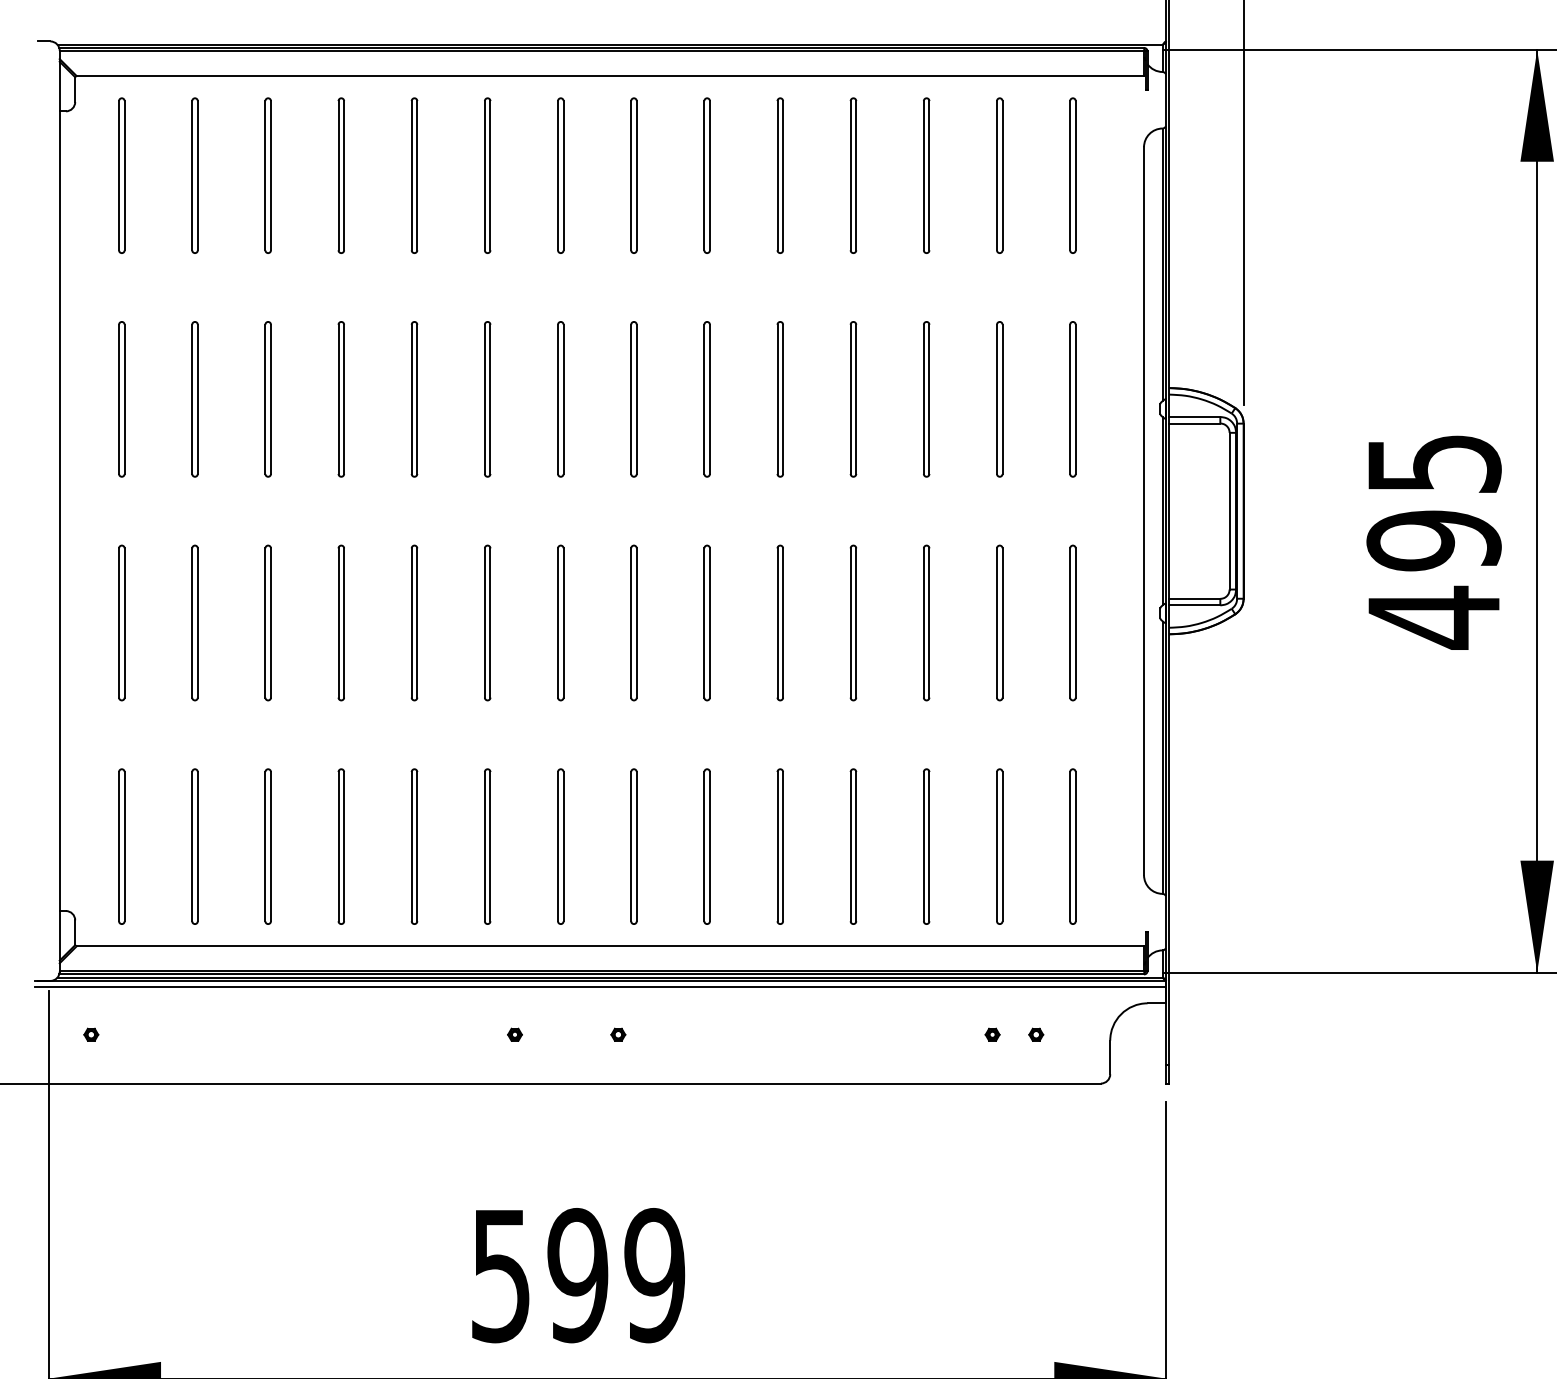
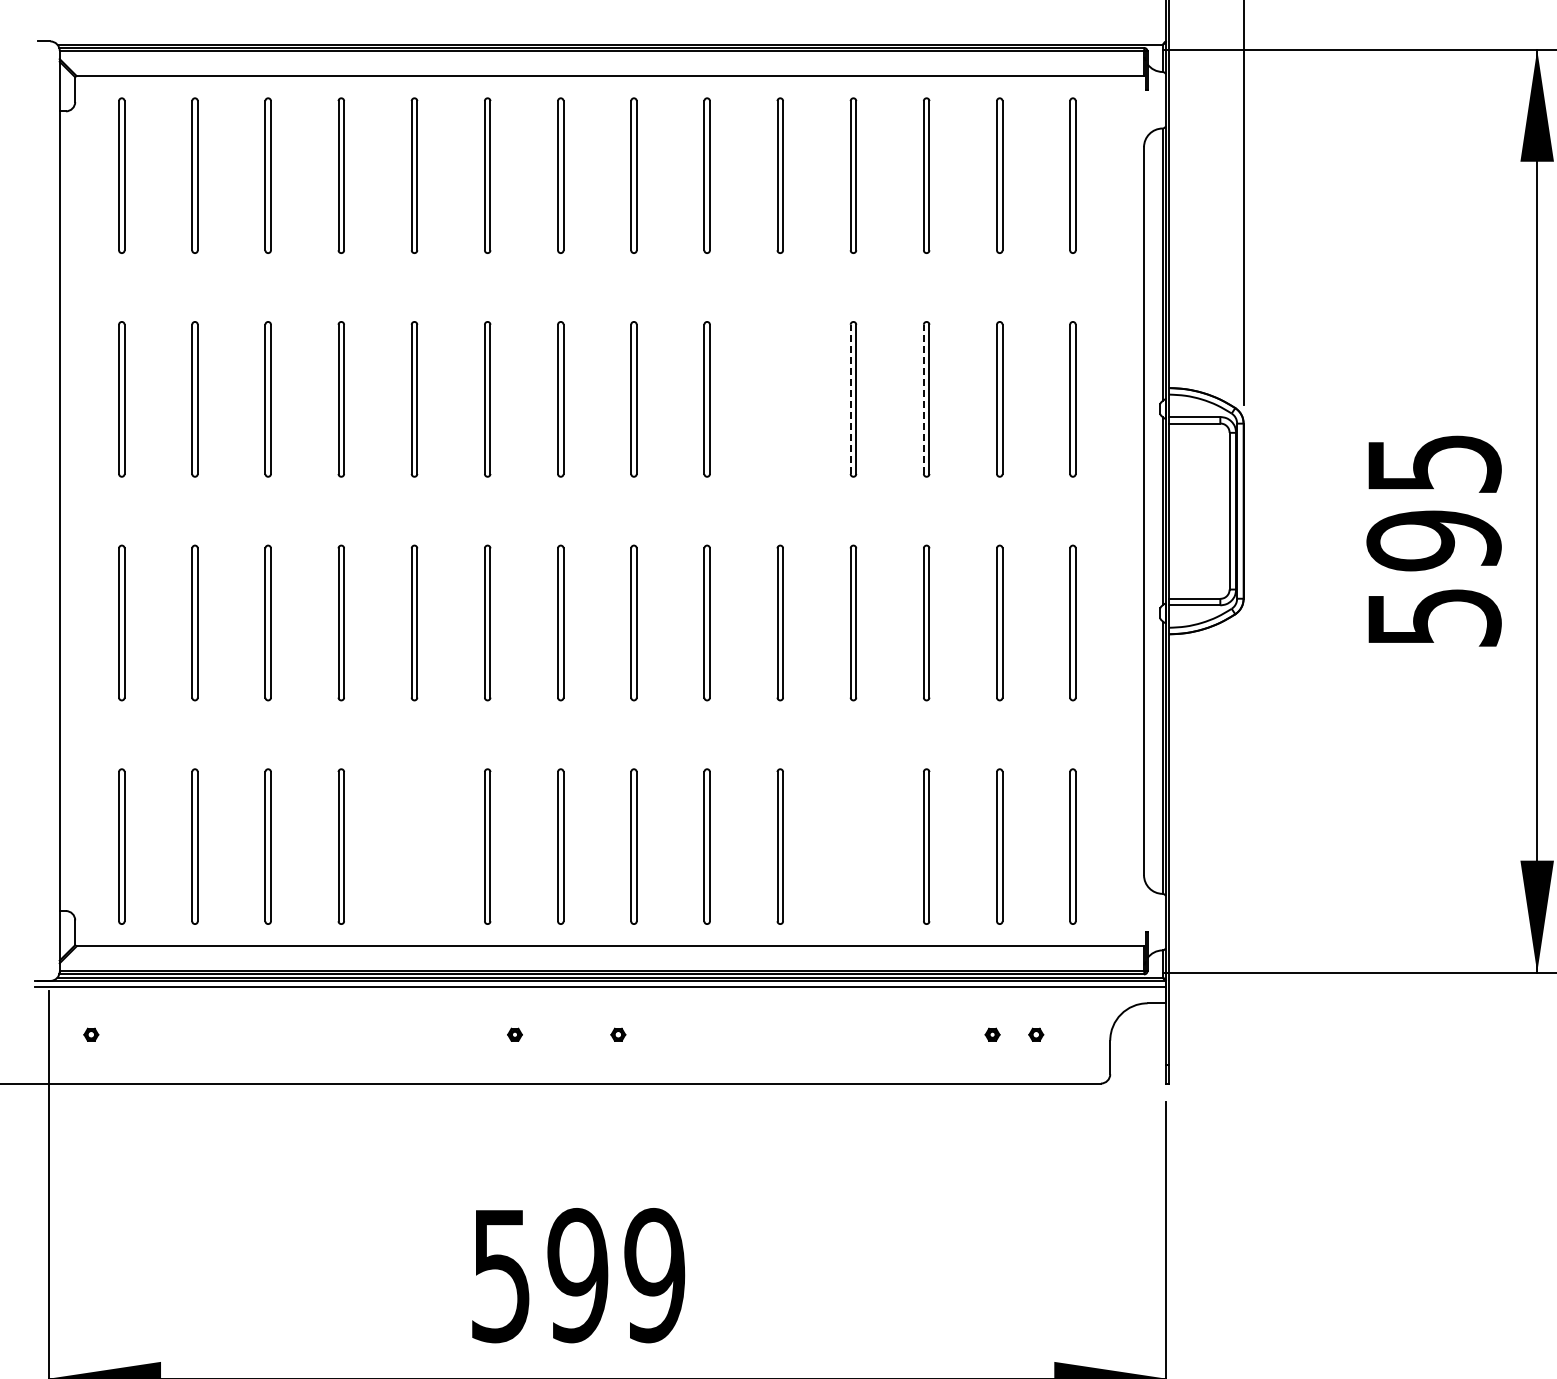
part at (779, 399): present -> none
line at (850, 399): solid -> dashed
line at (923, 399): solid -> dashed
text at (1434, 617): 495 -> 595
part at (414, 846): present -> none
part at (853, 846): present -> none
